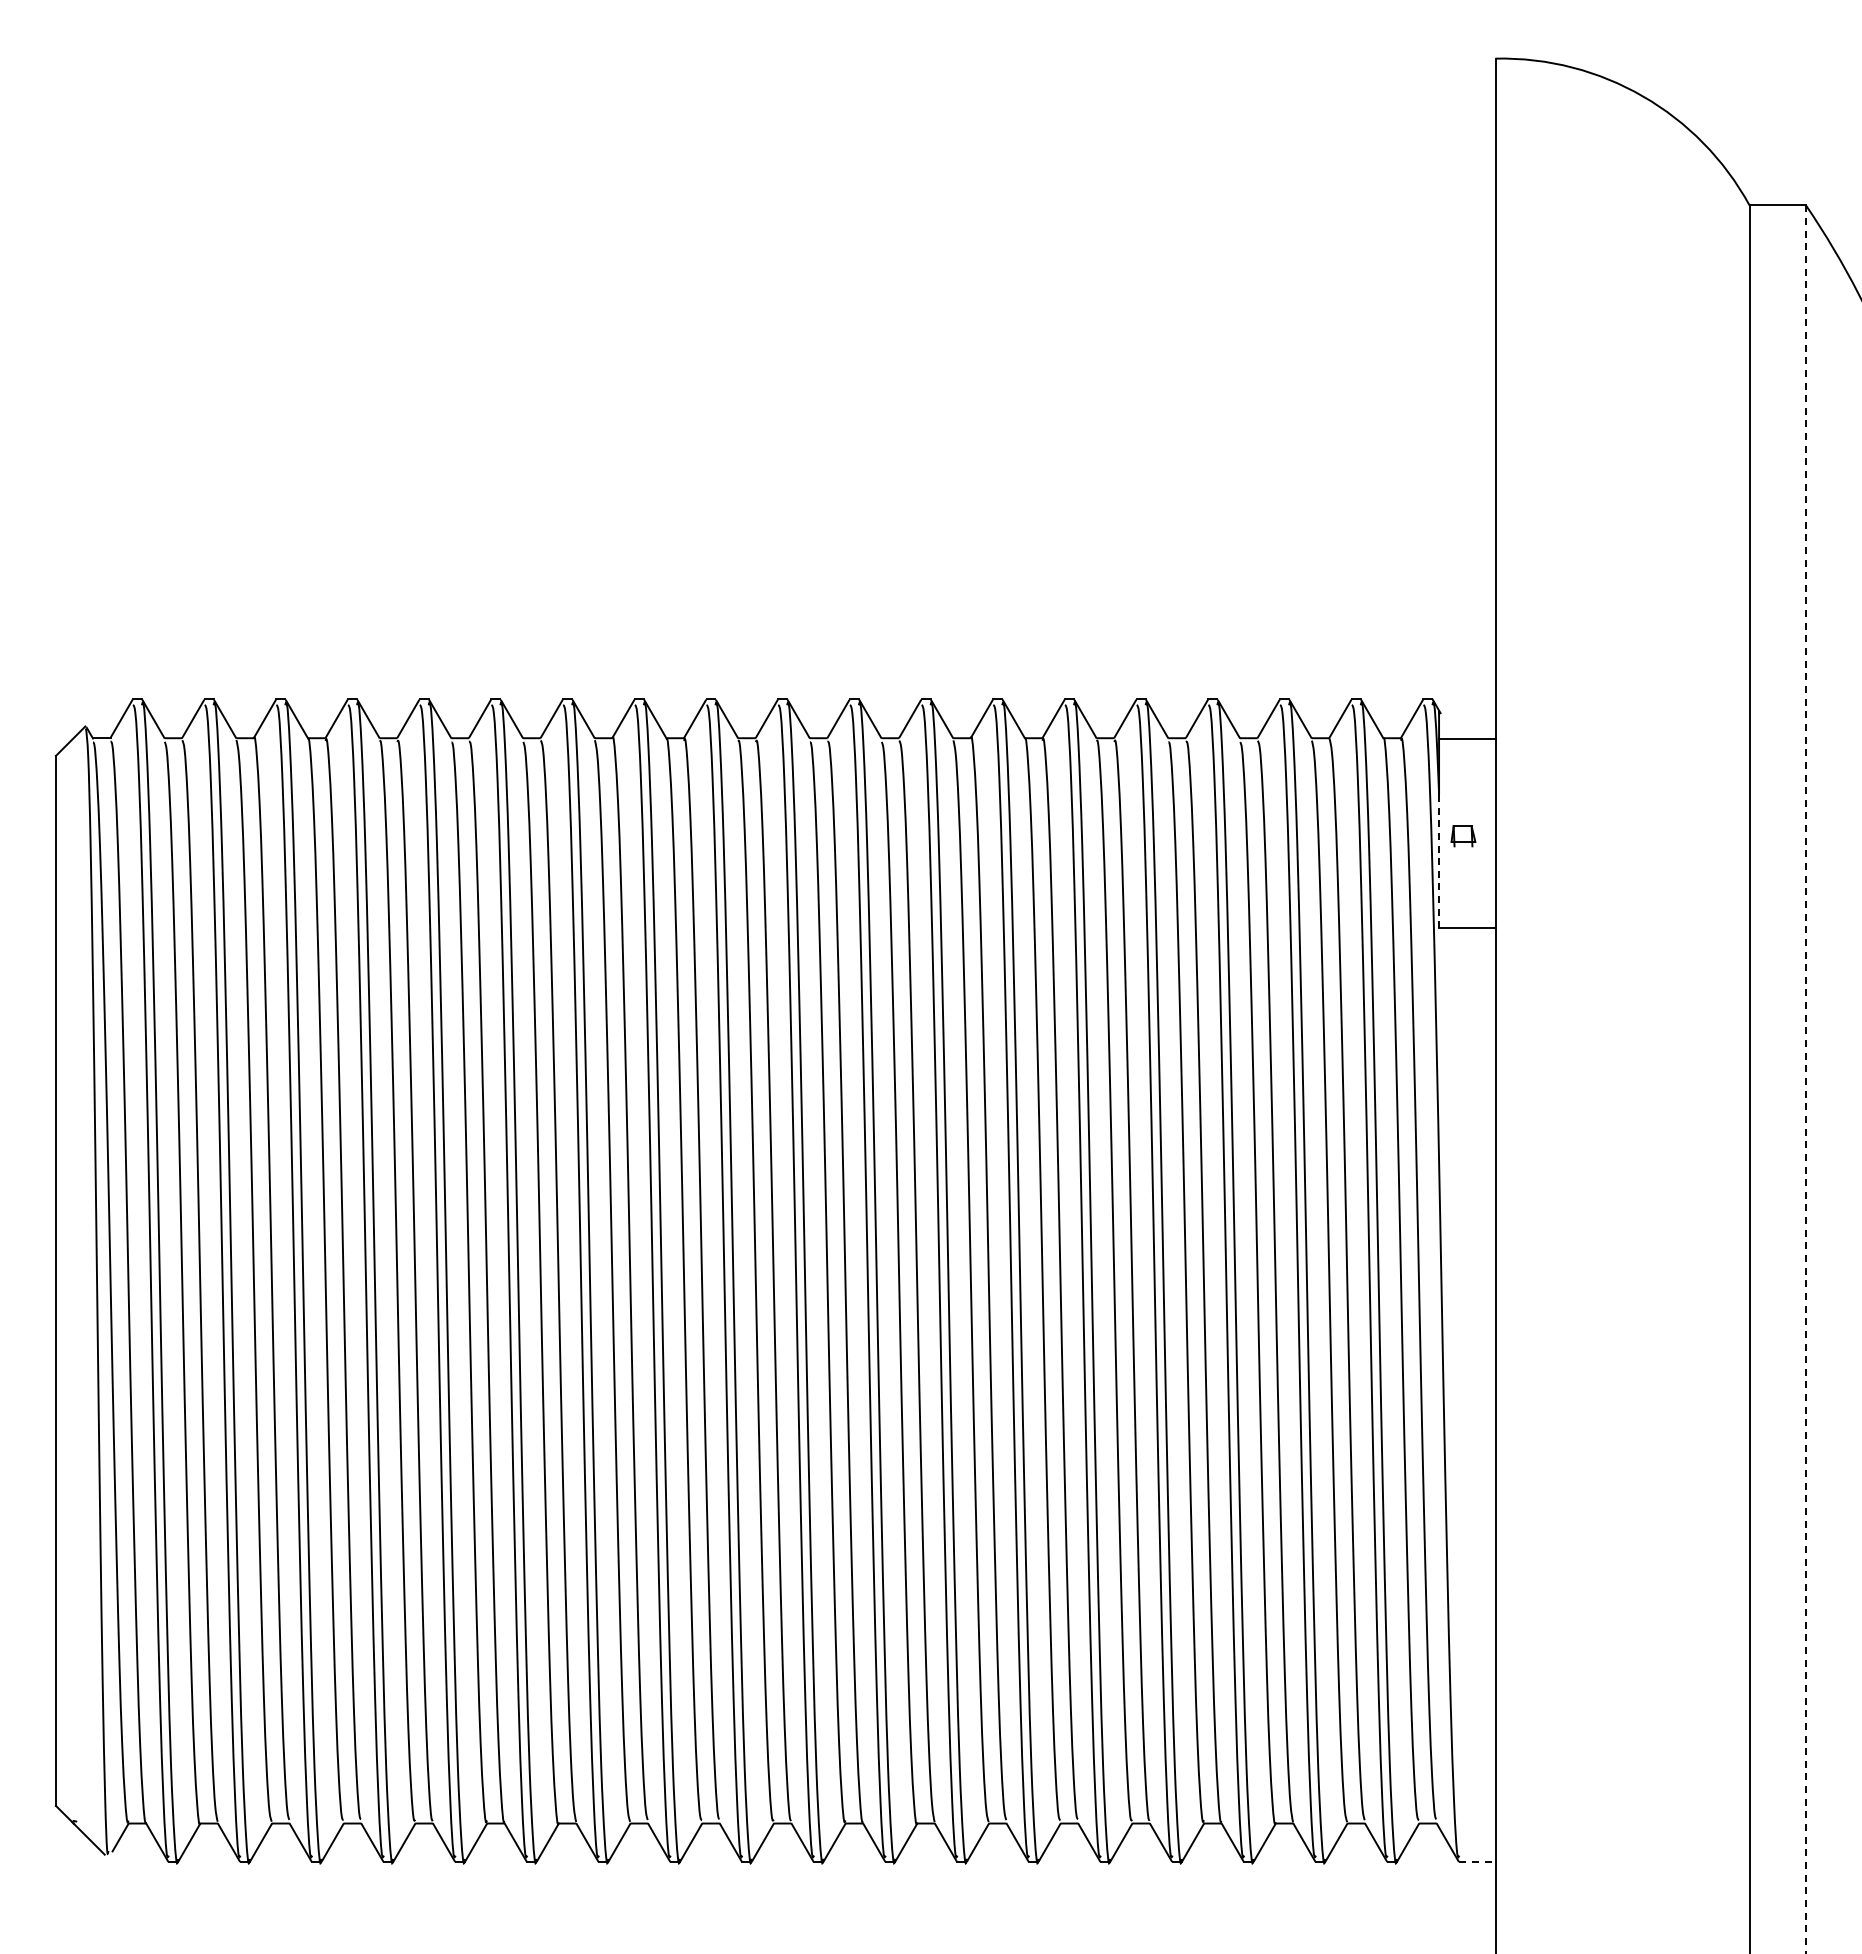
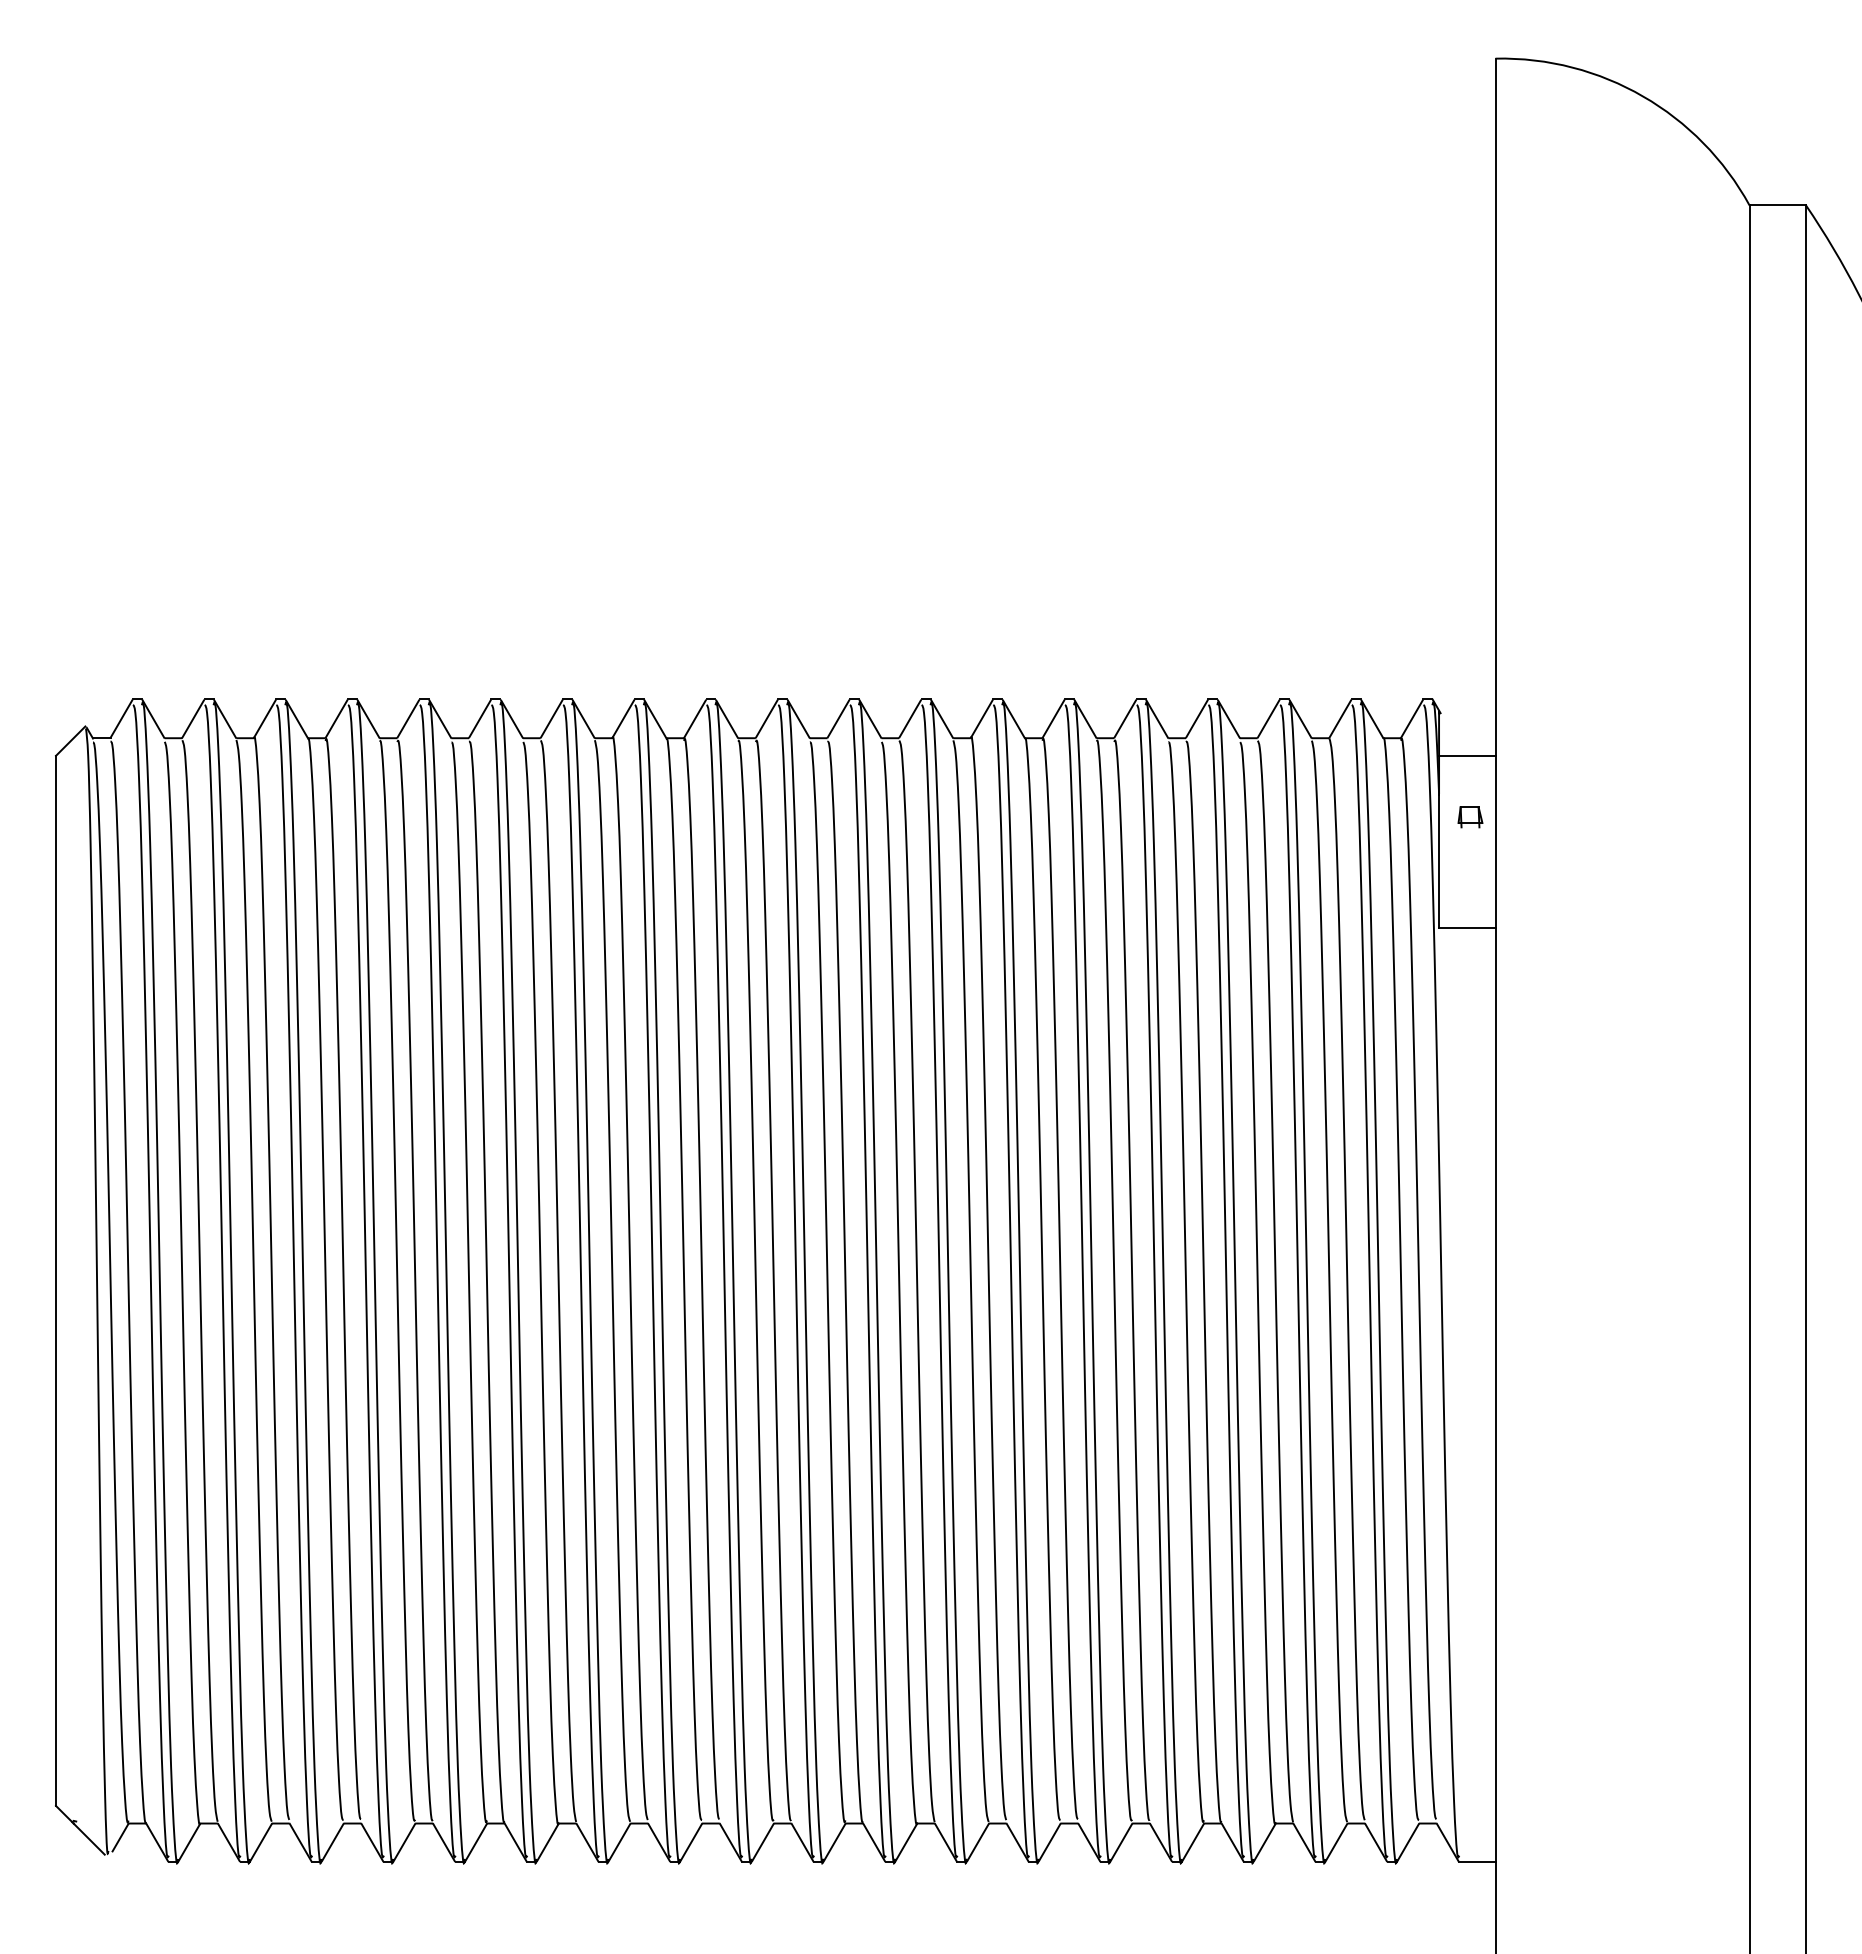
line at (1467, 738) position: (1467, 738) -> (1467, 755)
part at (1463, 836) position: (1463, 836) -> (1470, 817)
line at (1439, 861): dashed -> solid
line at (1806, 1080): dashed -> solid
line at (1477, 1862): dashed -> solid
